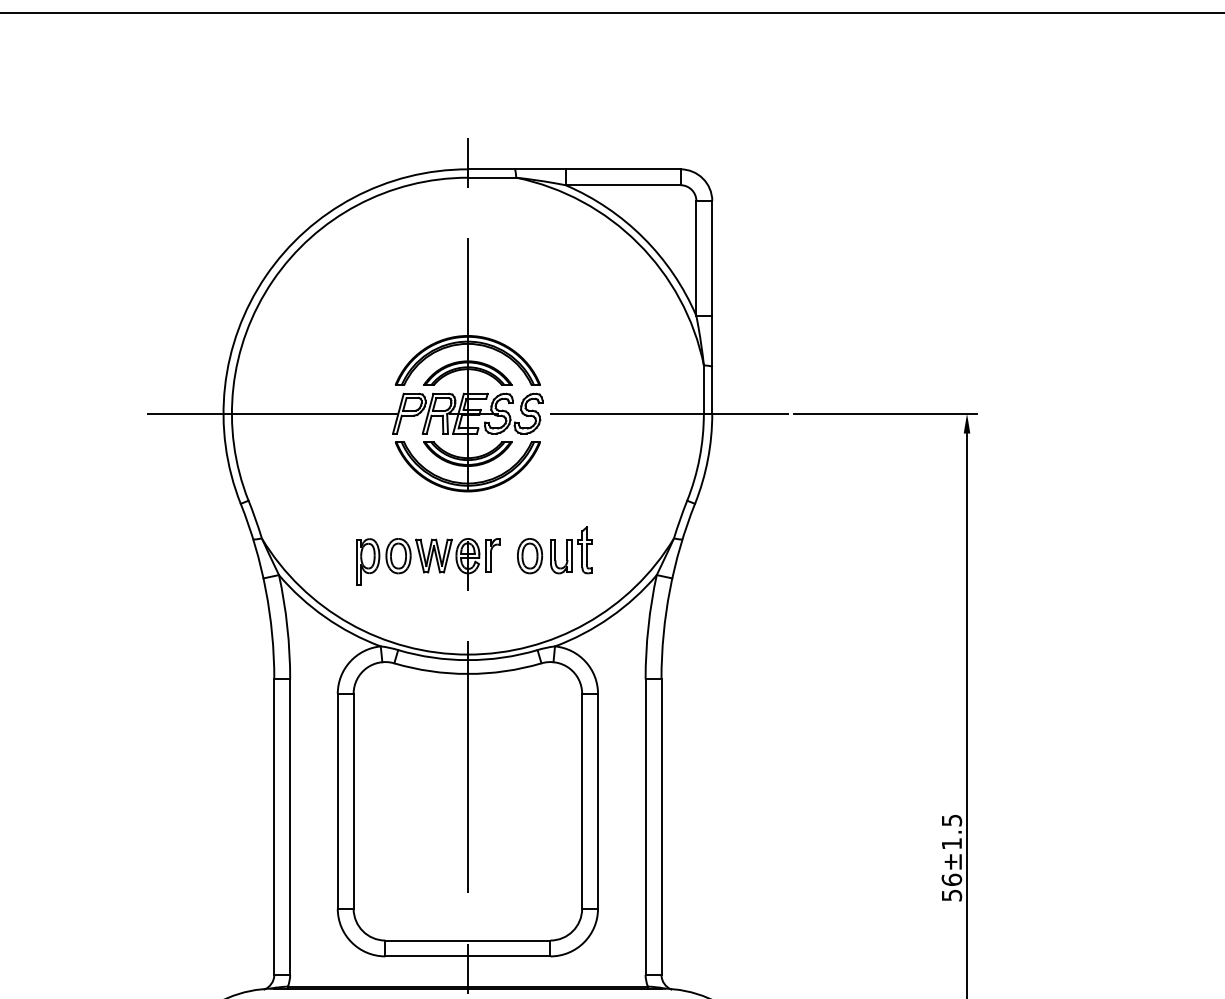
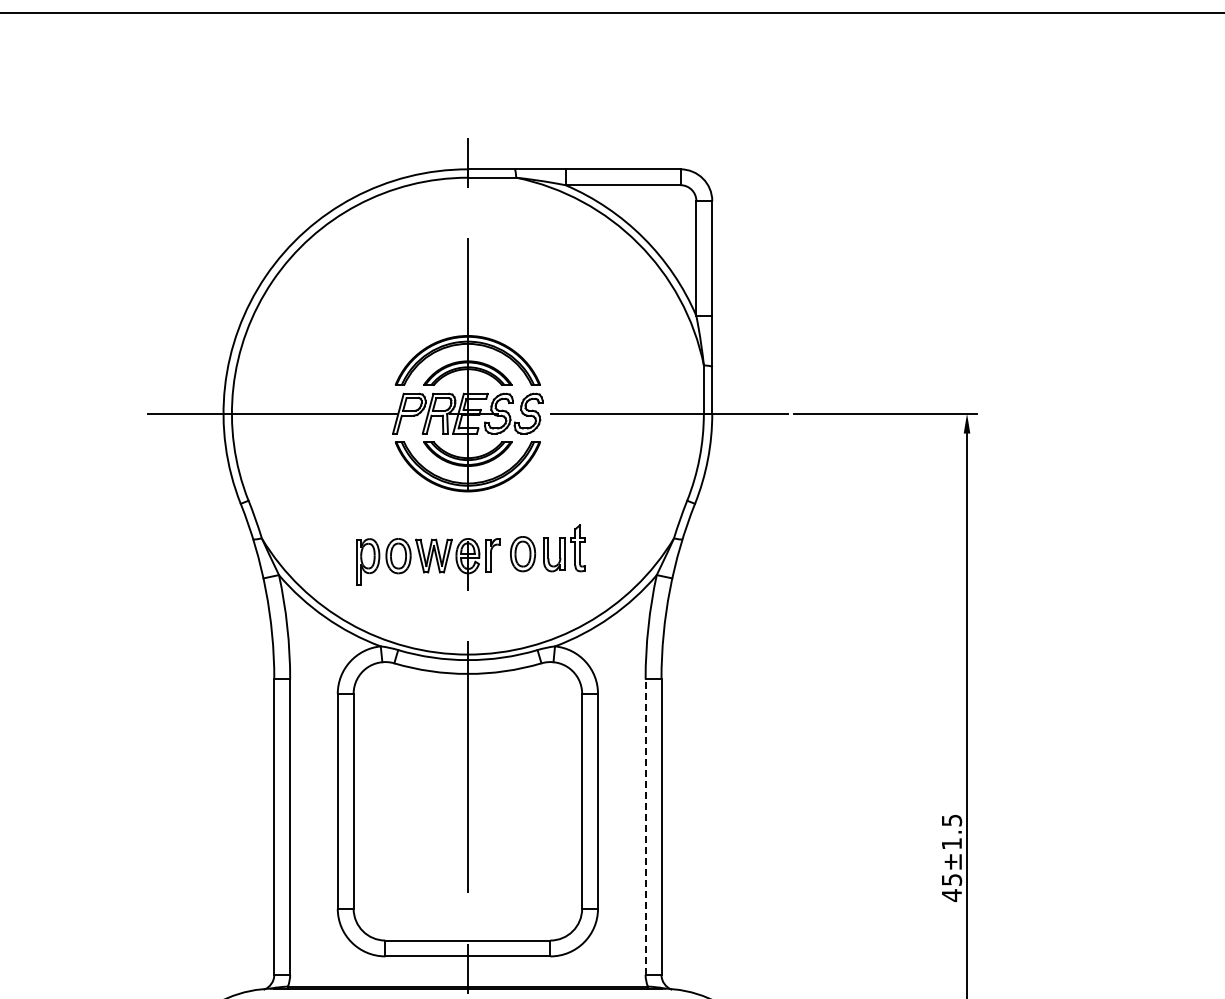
part at (554, 550) position: (554, 550) -> (547, 548)
line at (645, 827): solid -> dashed
text at (951, 887): 56±1.5 -> 45±1.5
